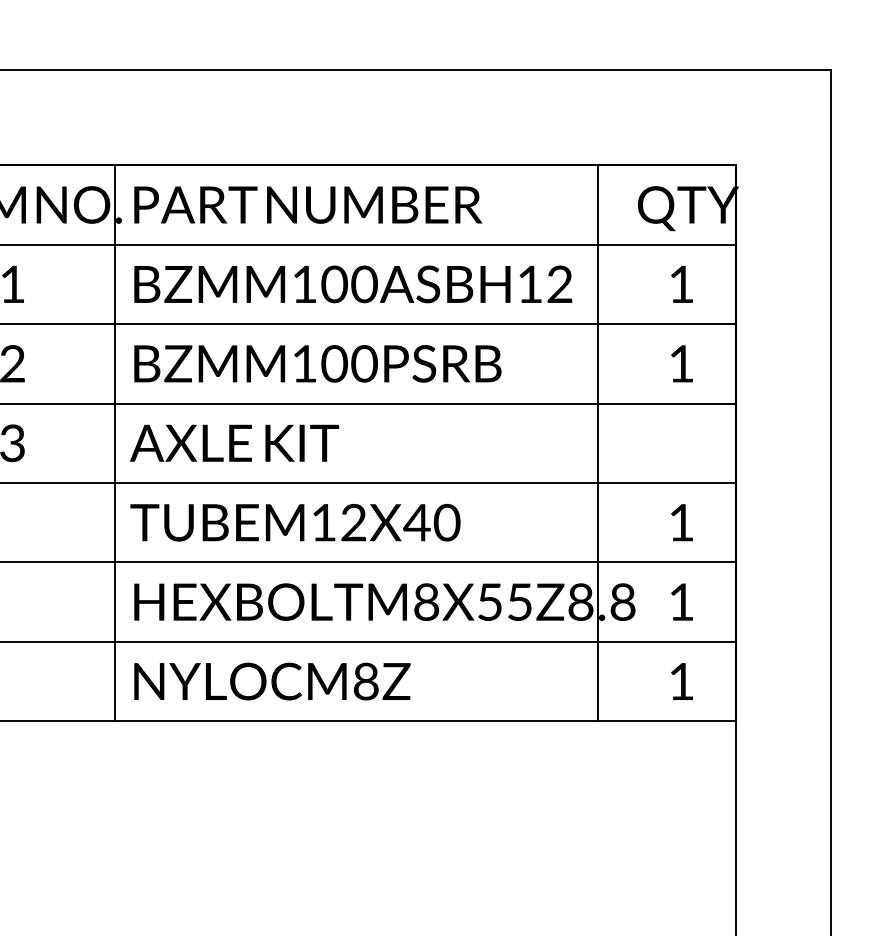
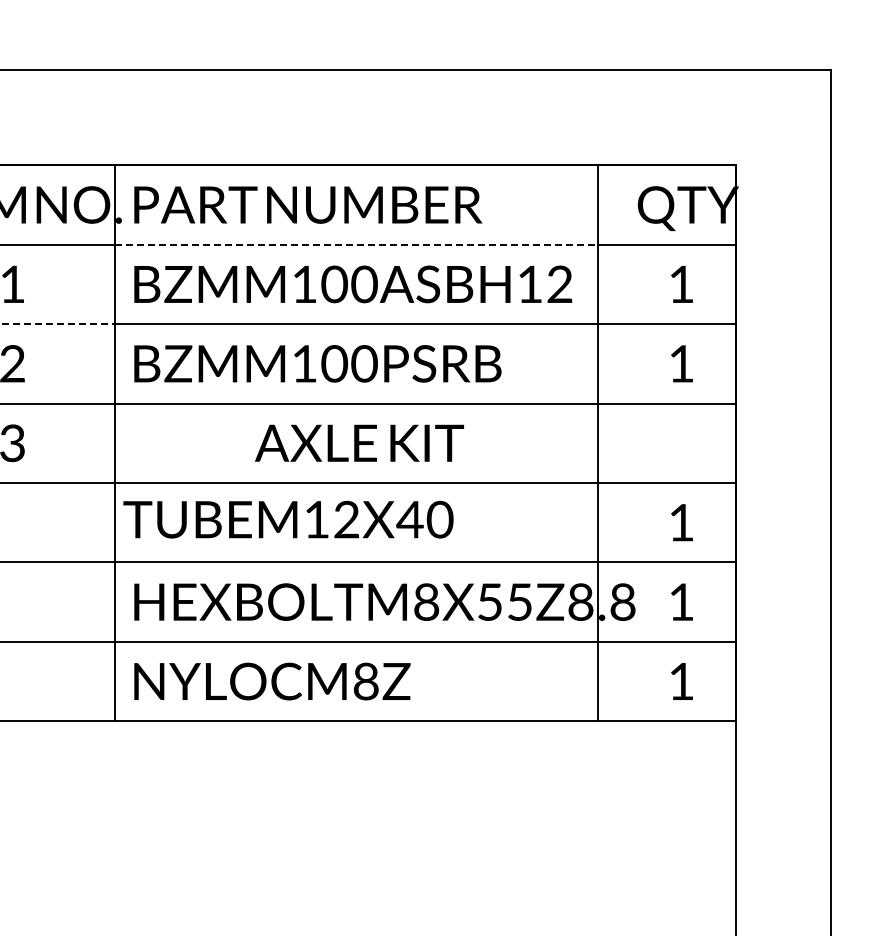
line at (357, 244): solid -> dashed
line at (58, 324): solid -> dashed
text at (234, 442) position: (234, 442) -> (359, 442)
text at (295, 522) position: (295, 522) -> (288, 519)
